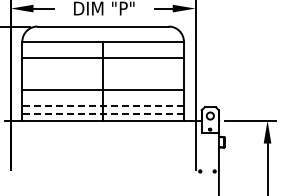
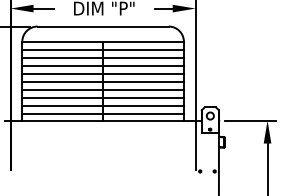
line at (102, 49): none -> present
line at (102, 65): none -> present
line at (102, 73): none -> present
line at (102, 81): none -> present
line at (102, 97): none -> present
line at (103, 105): dashed -> solid
line at (103, 113): dashed -> solid
